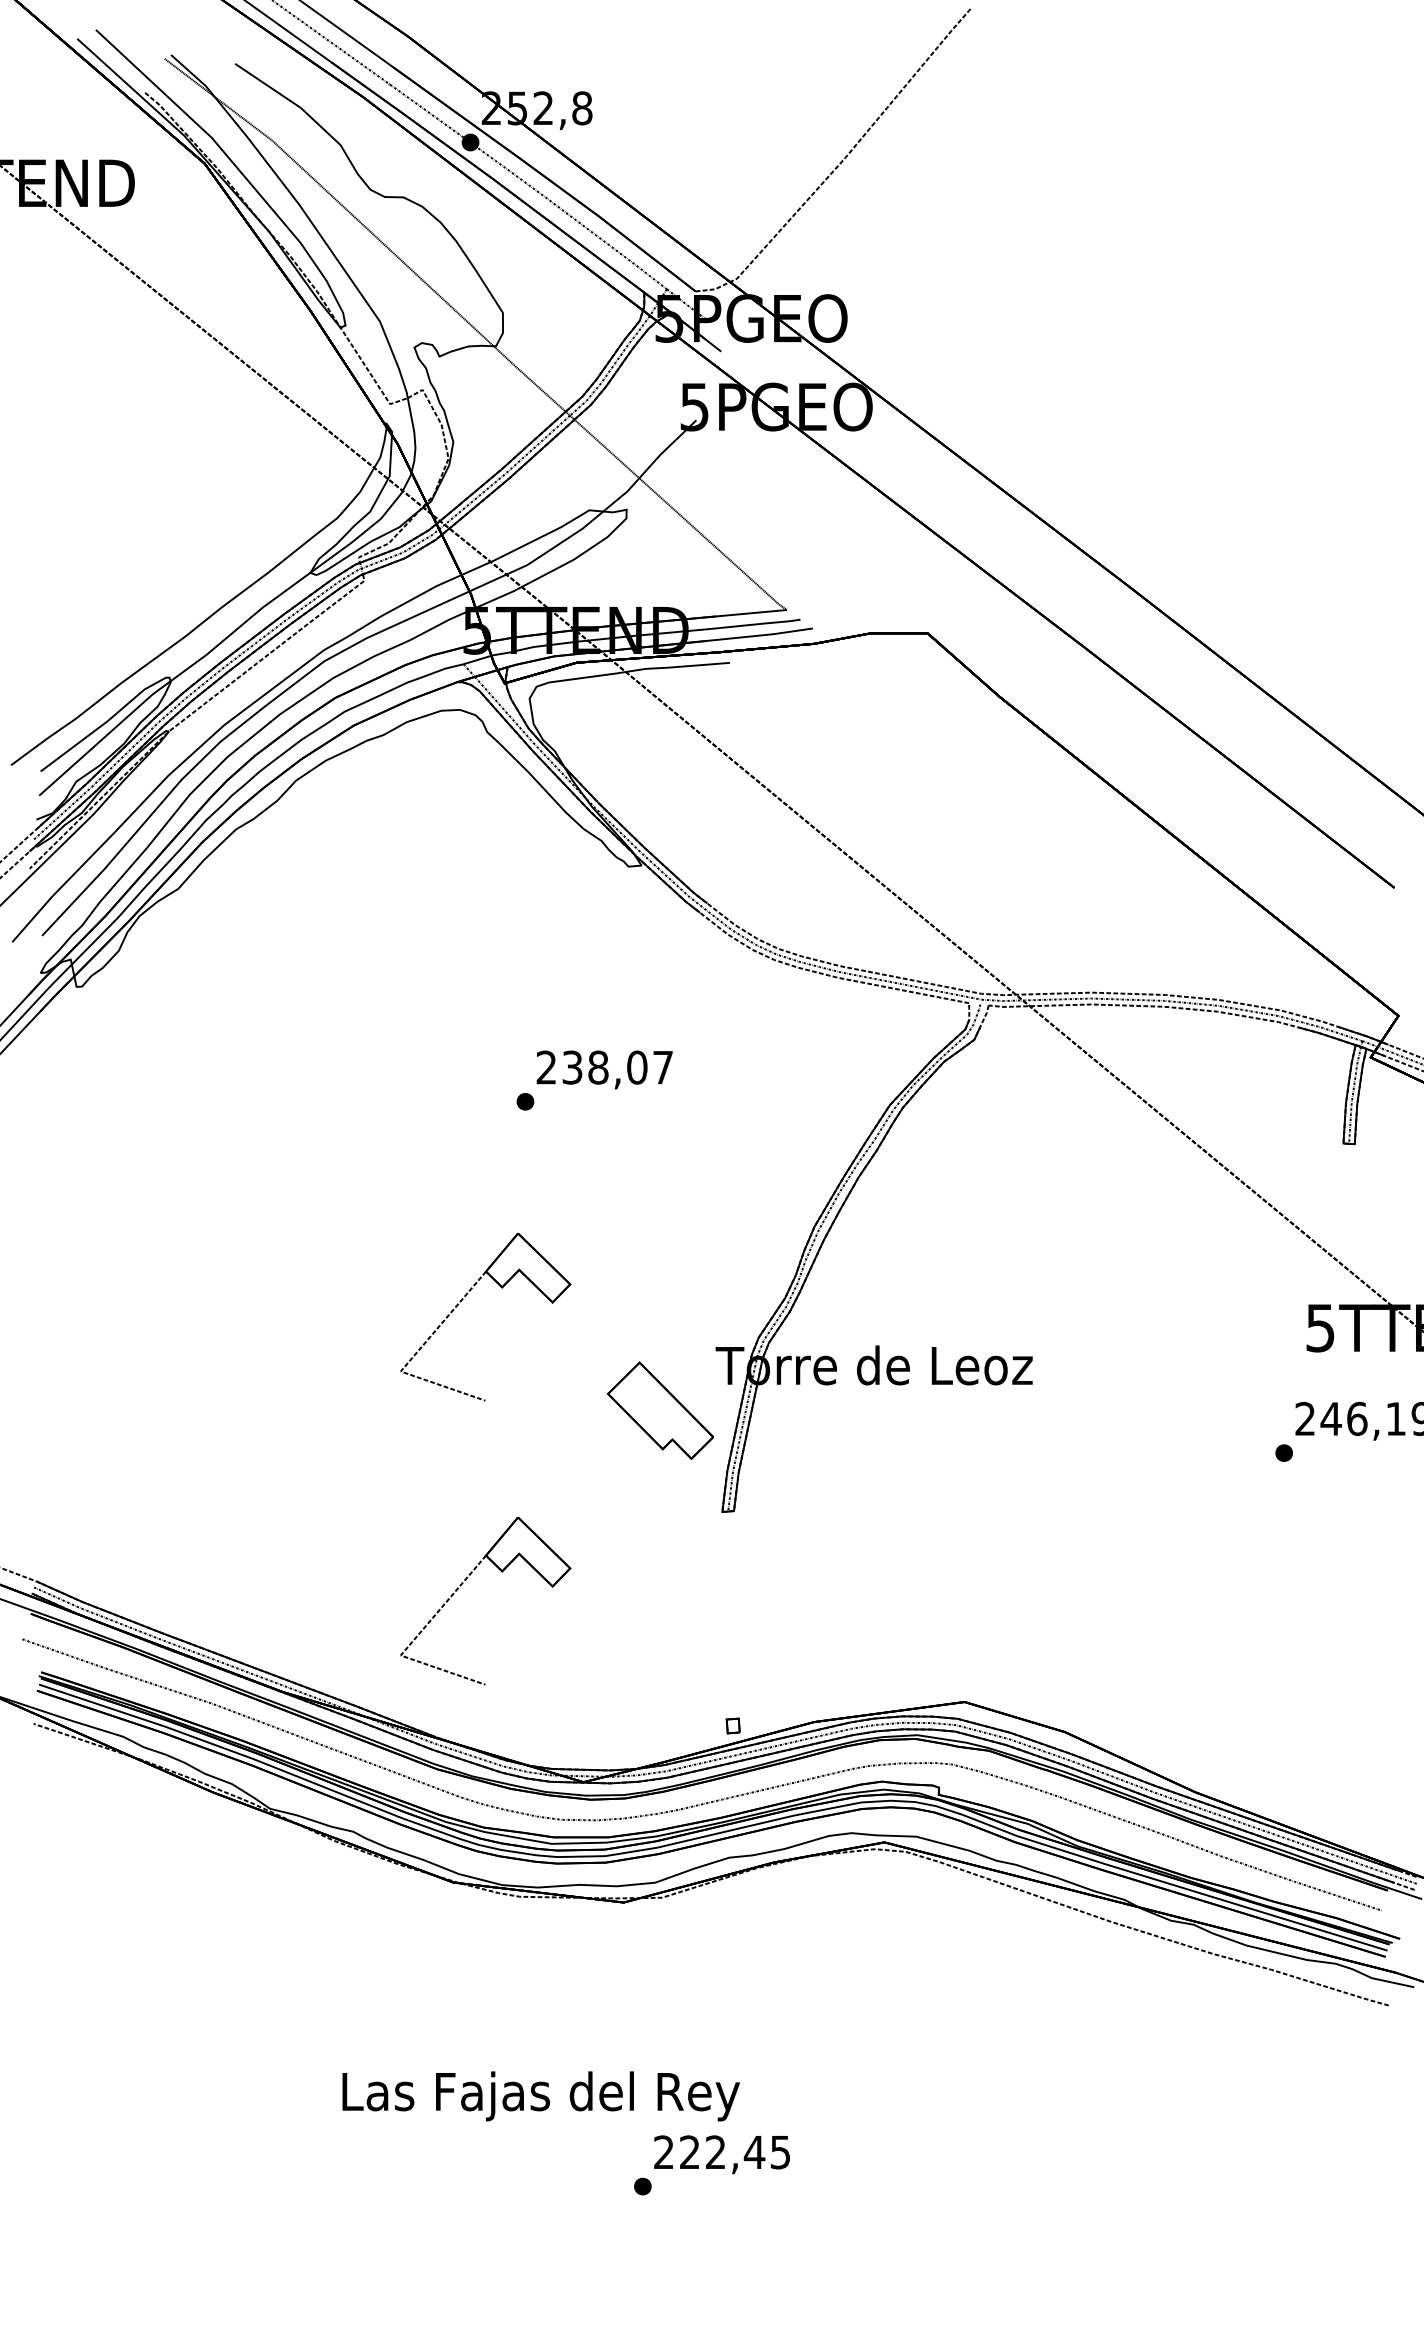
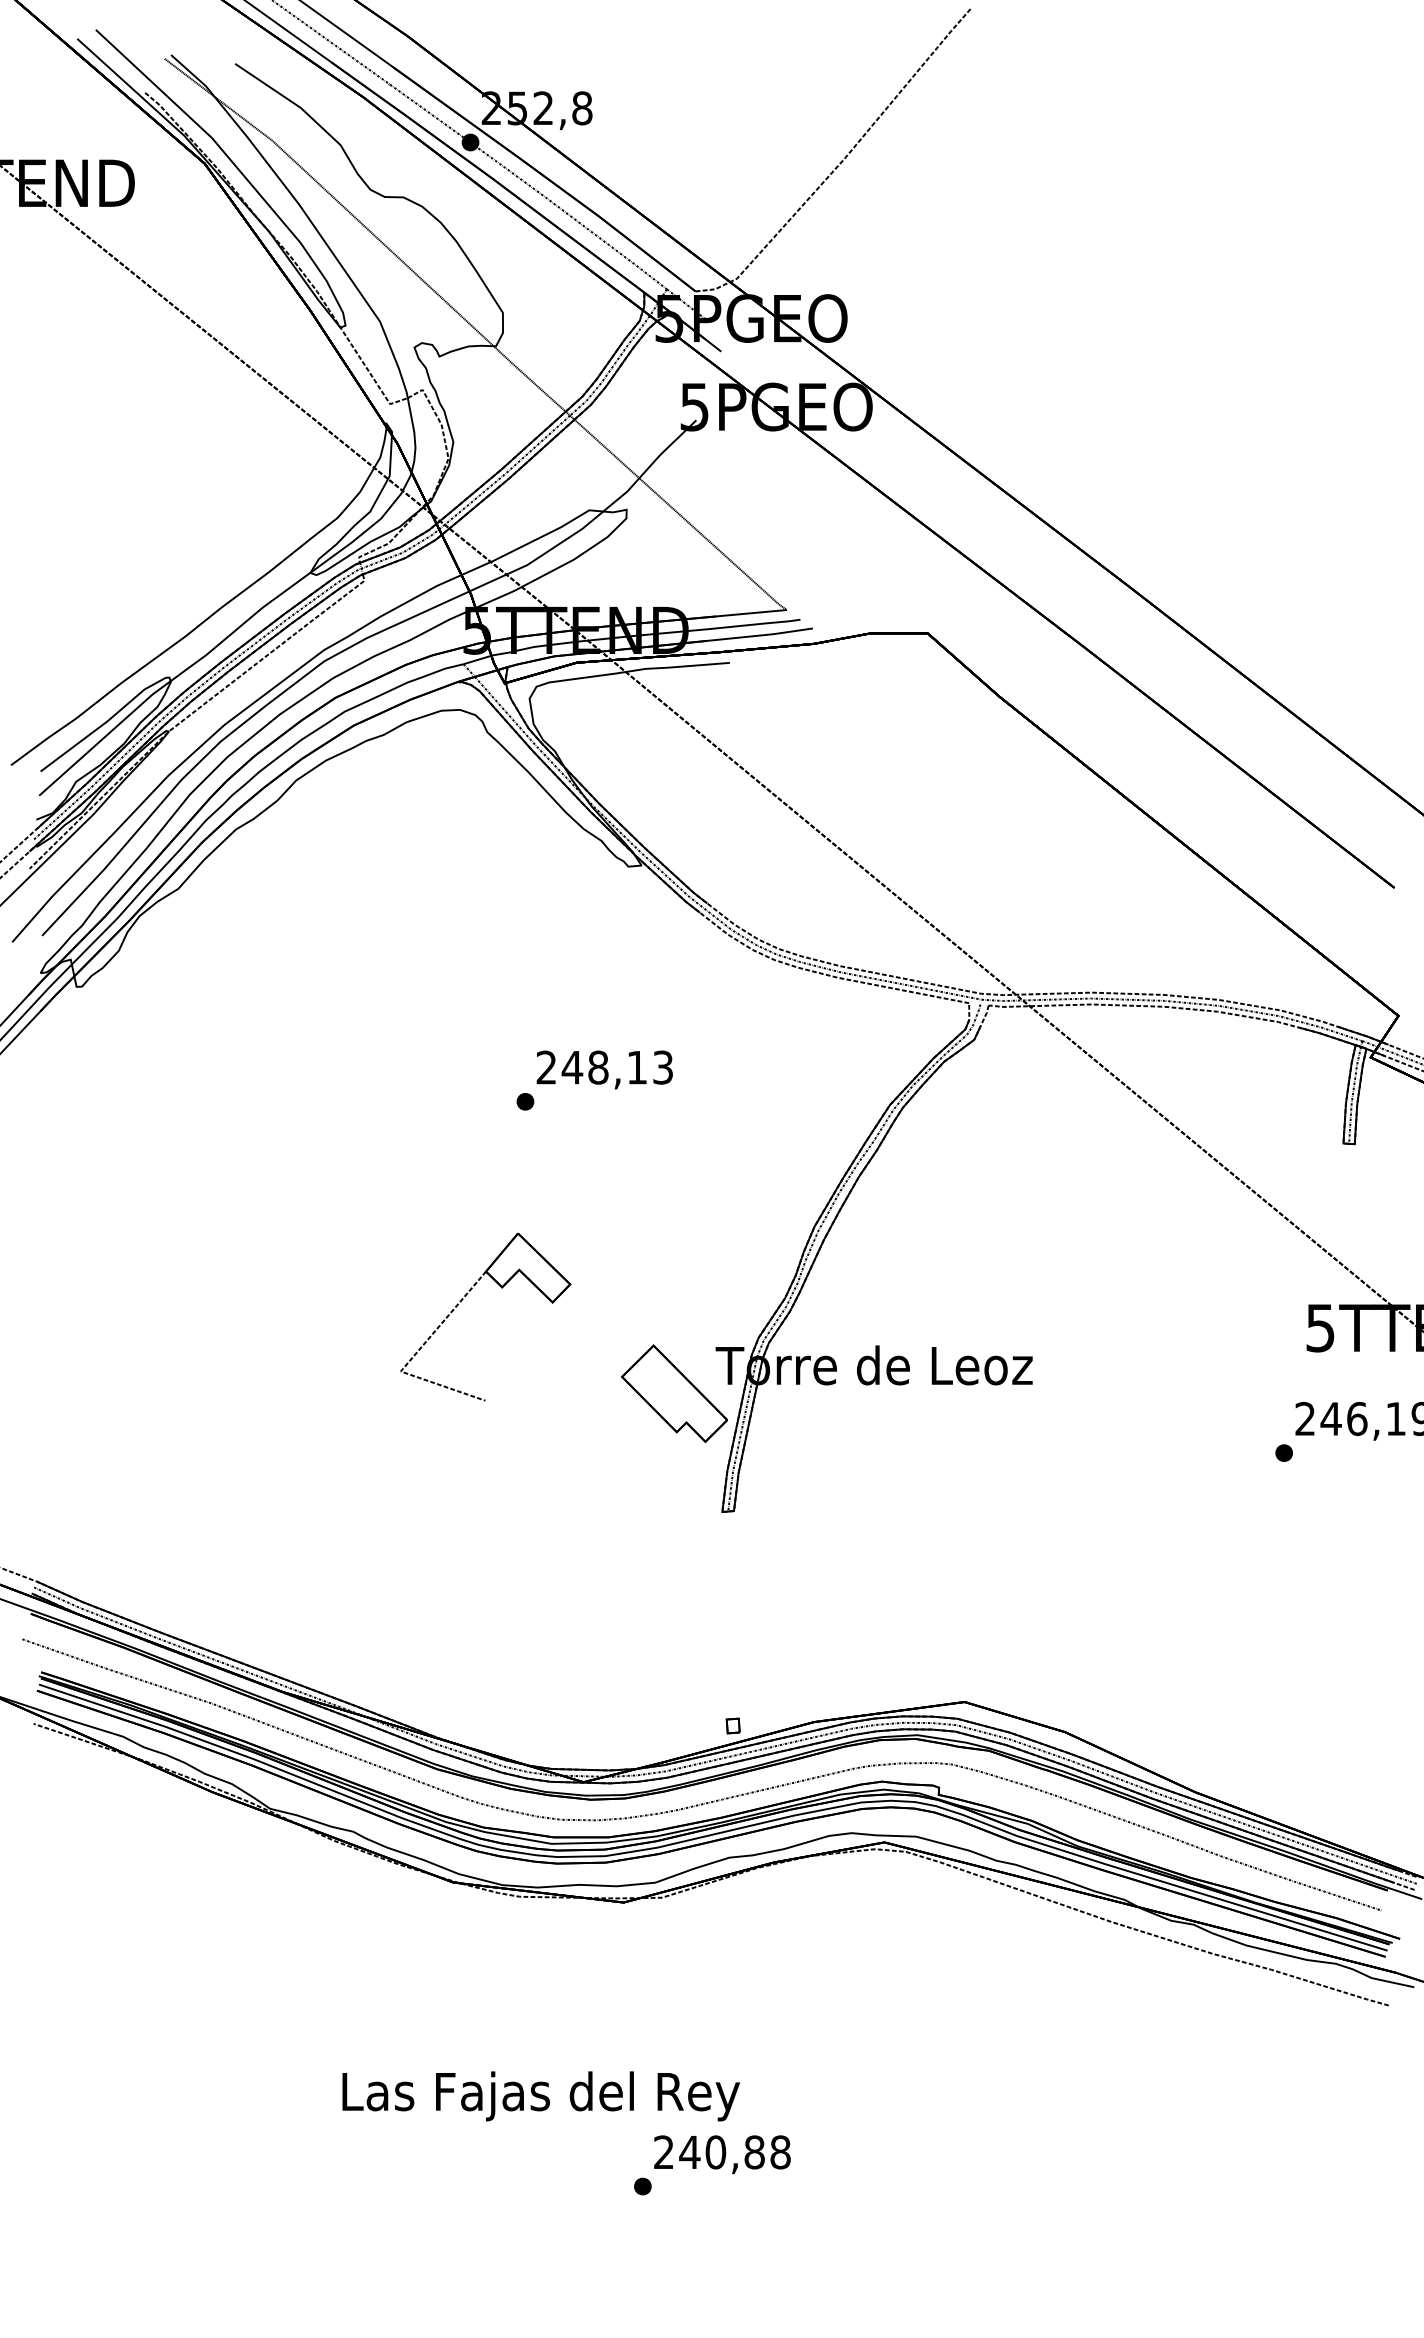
text at (616, 1067): 238,07 -> 248,13
part at (660, 1410) position: (660, 1410) -> (674, 1393)
part at (466, 1580): present -> none
text at (734, 2152): 222,45 -> 240,88
